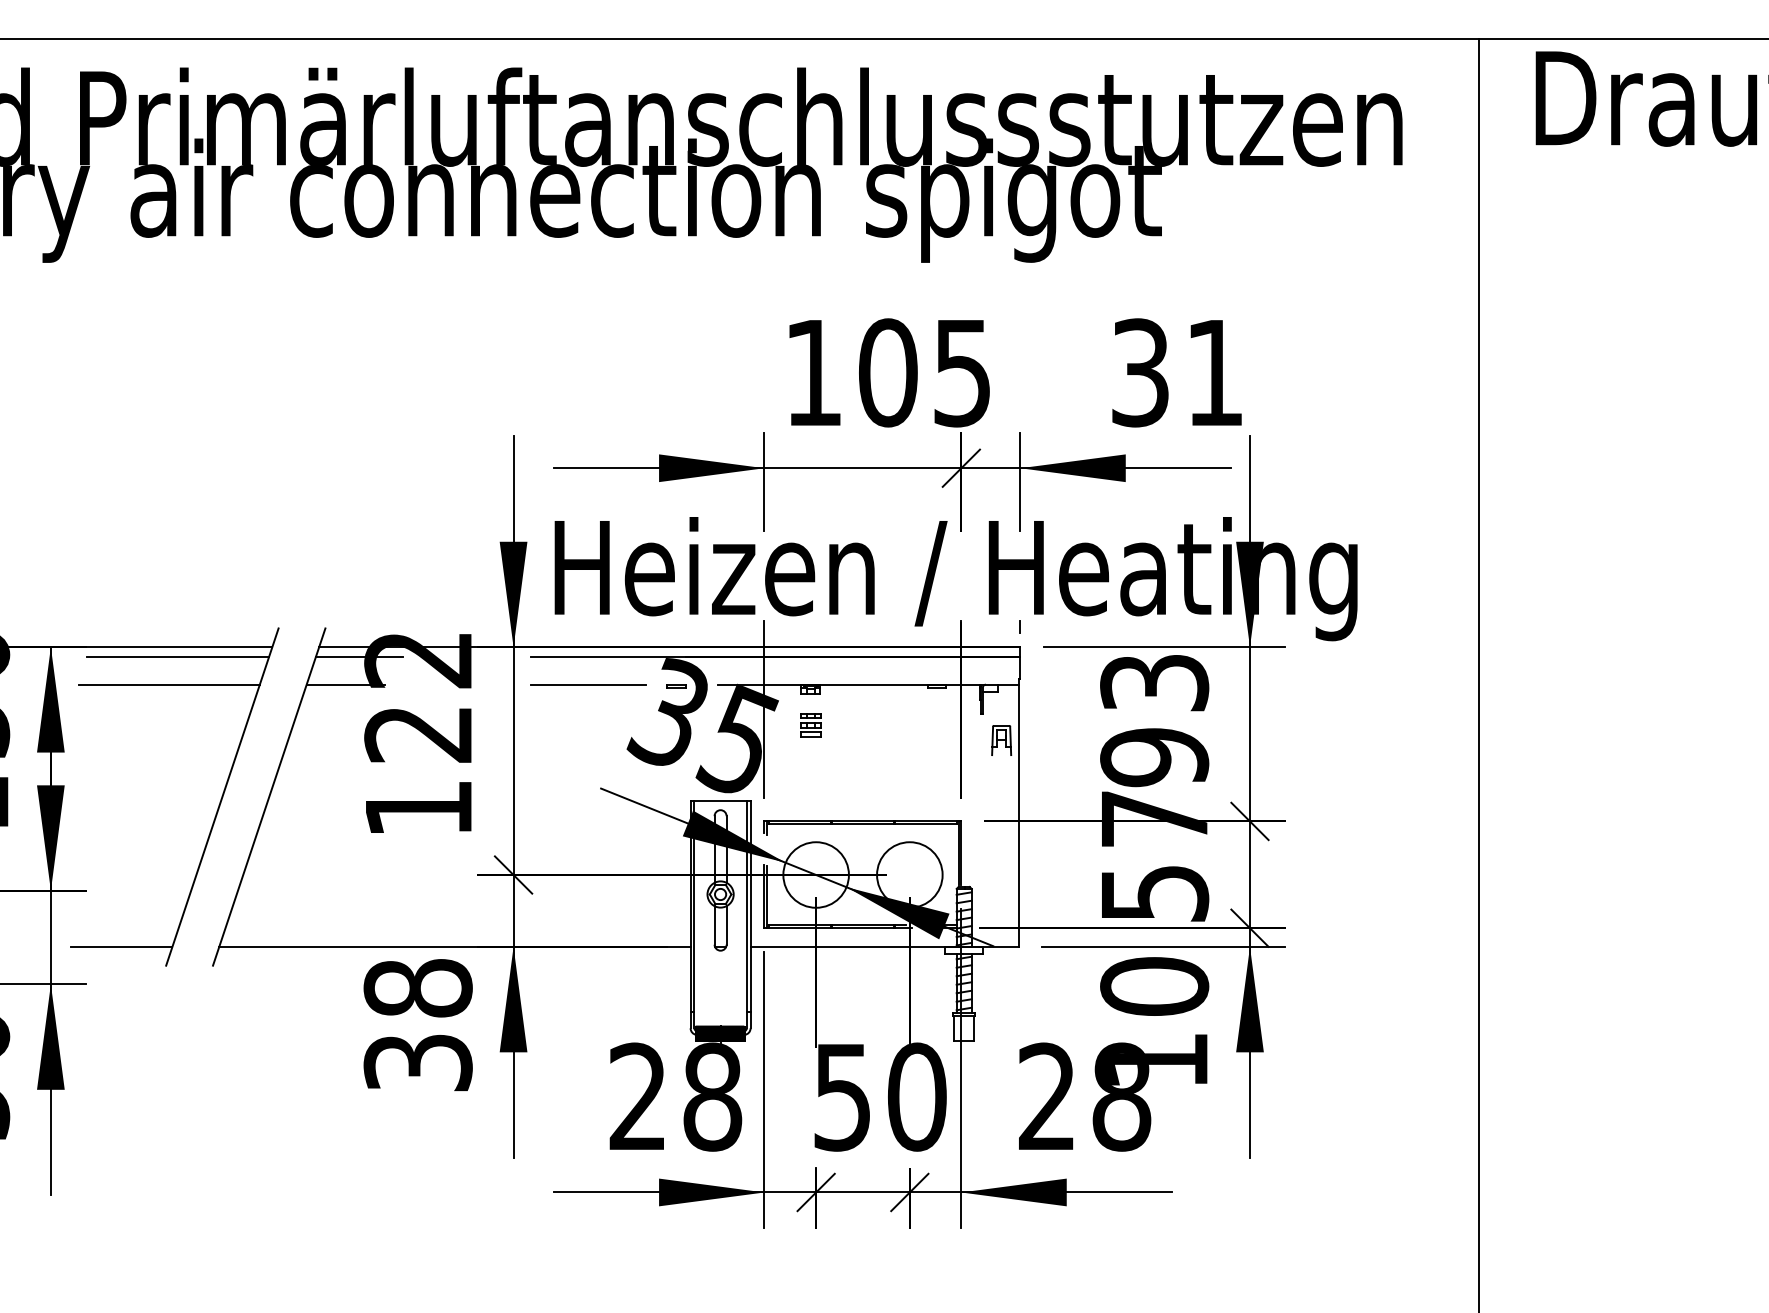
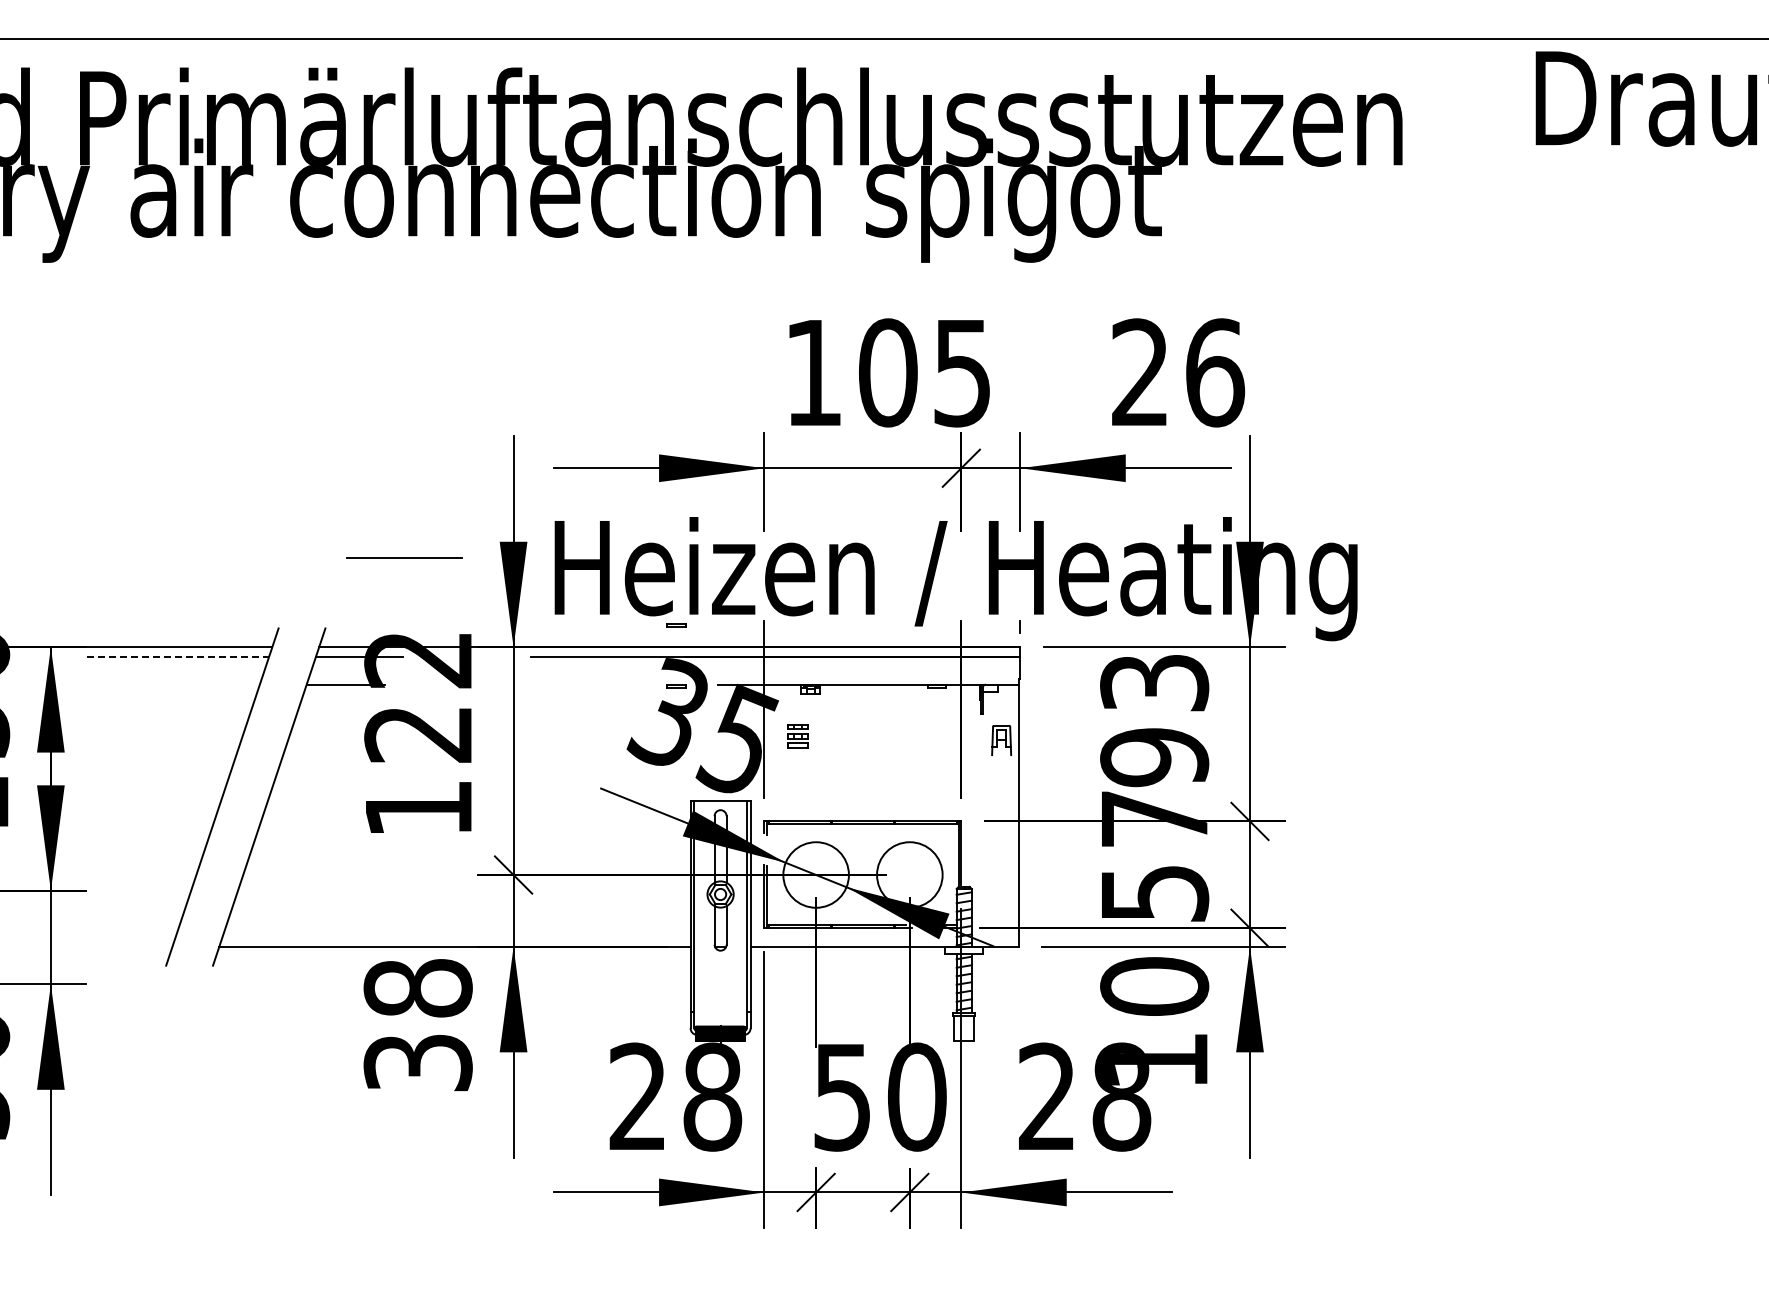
text at (1178, 372): 31 -> 26
line at (676, 624): none -> present
line at (178, 656): solid -> dashed
line at (1479, 674): present -> none
line at (169, 684): present -> none
line at (588, 684) position: (588, 684) -> (404, 557)
part at (810, 725) position: (810, 725) -> (797, 736)
line at (121, 946): present -> none
